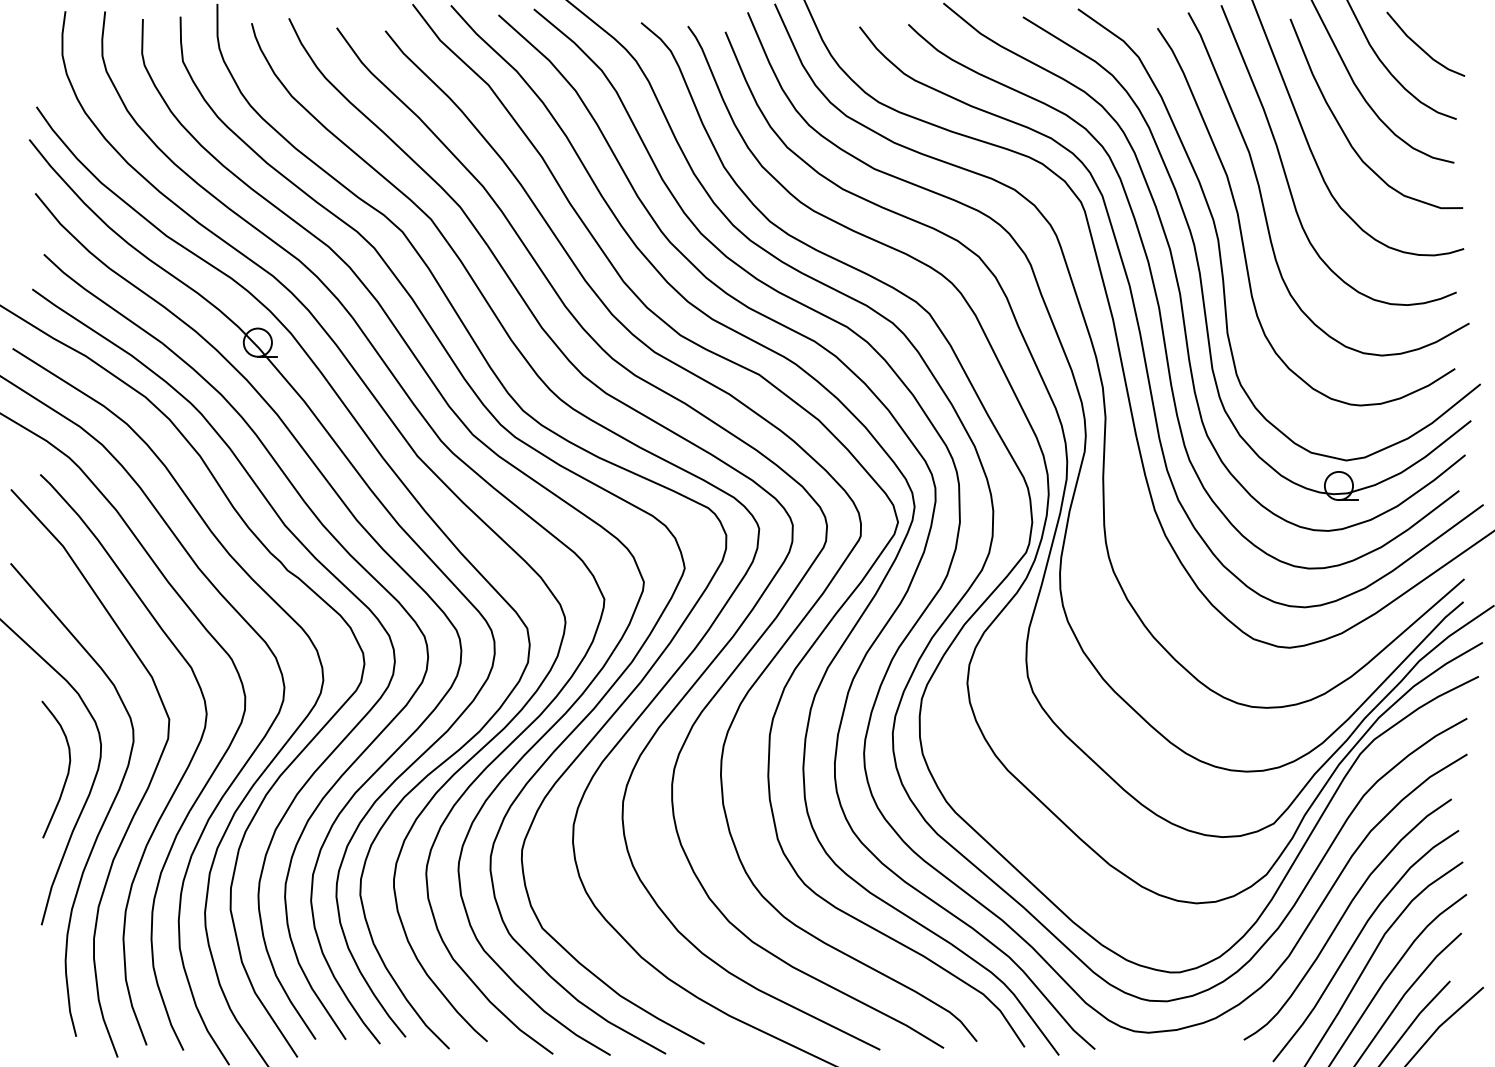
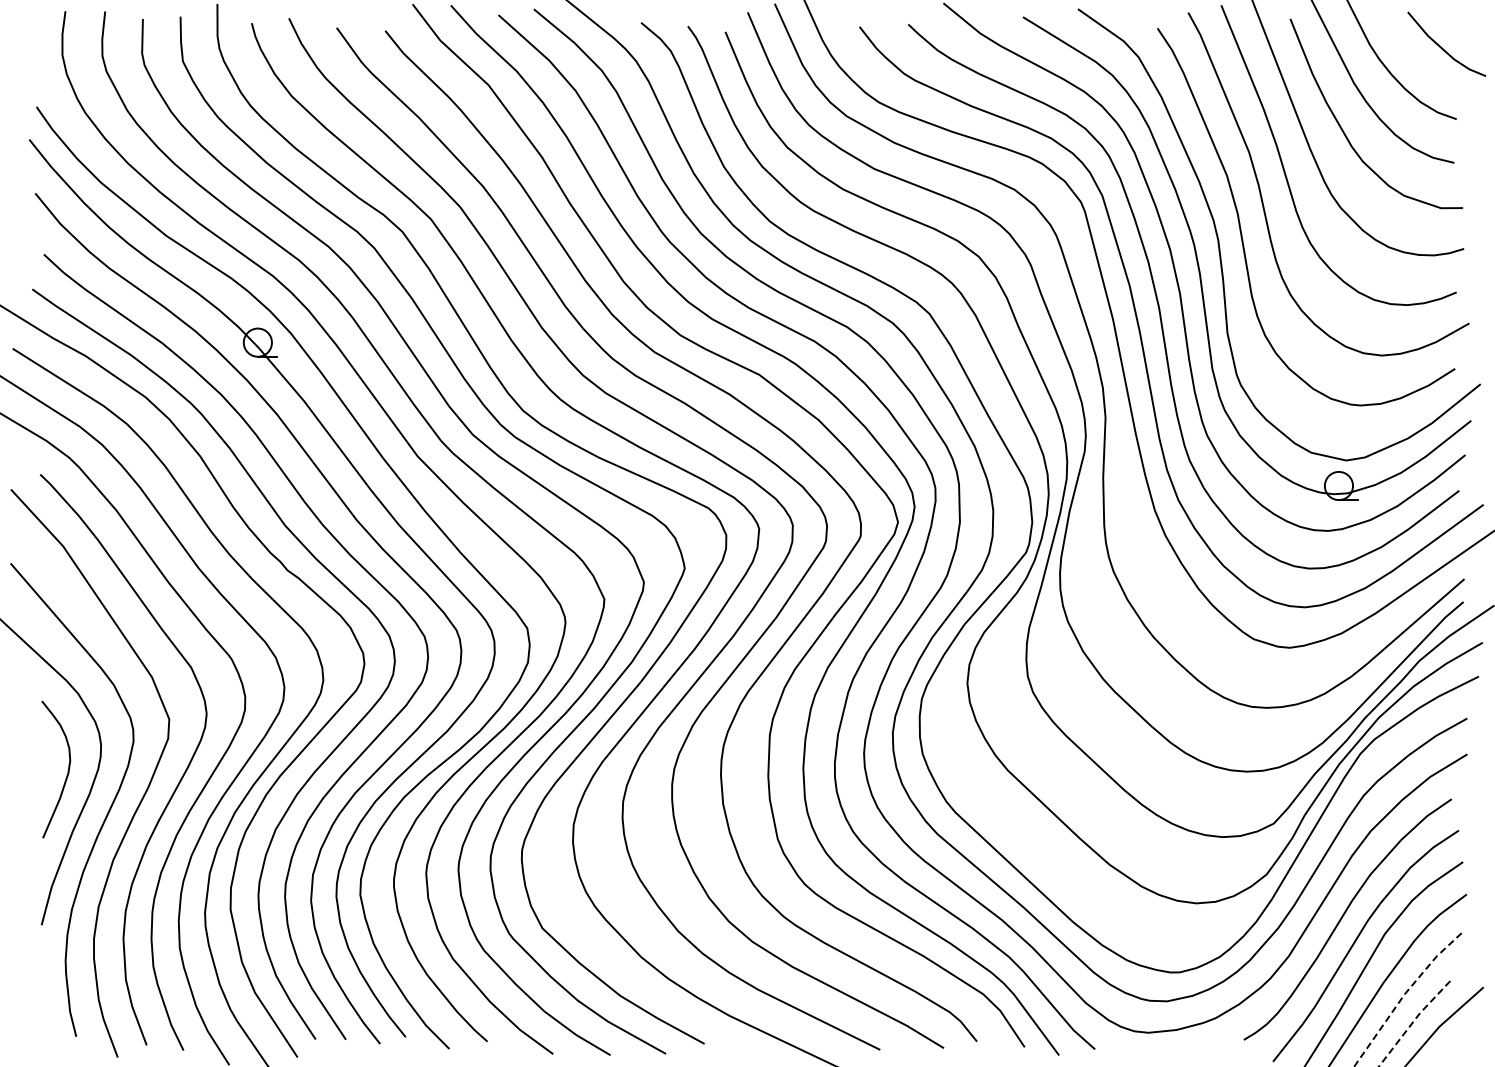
line at (1421, 47) position: (1421, 47) -> (1442, 47)
line at (1404, 994): solid -> dashed
line at (1413, 1021): solid -> dashed
